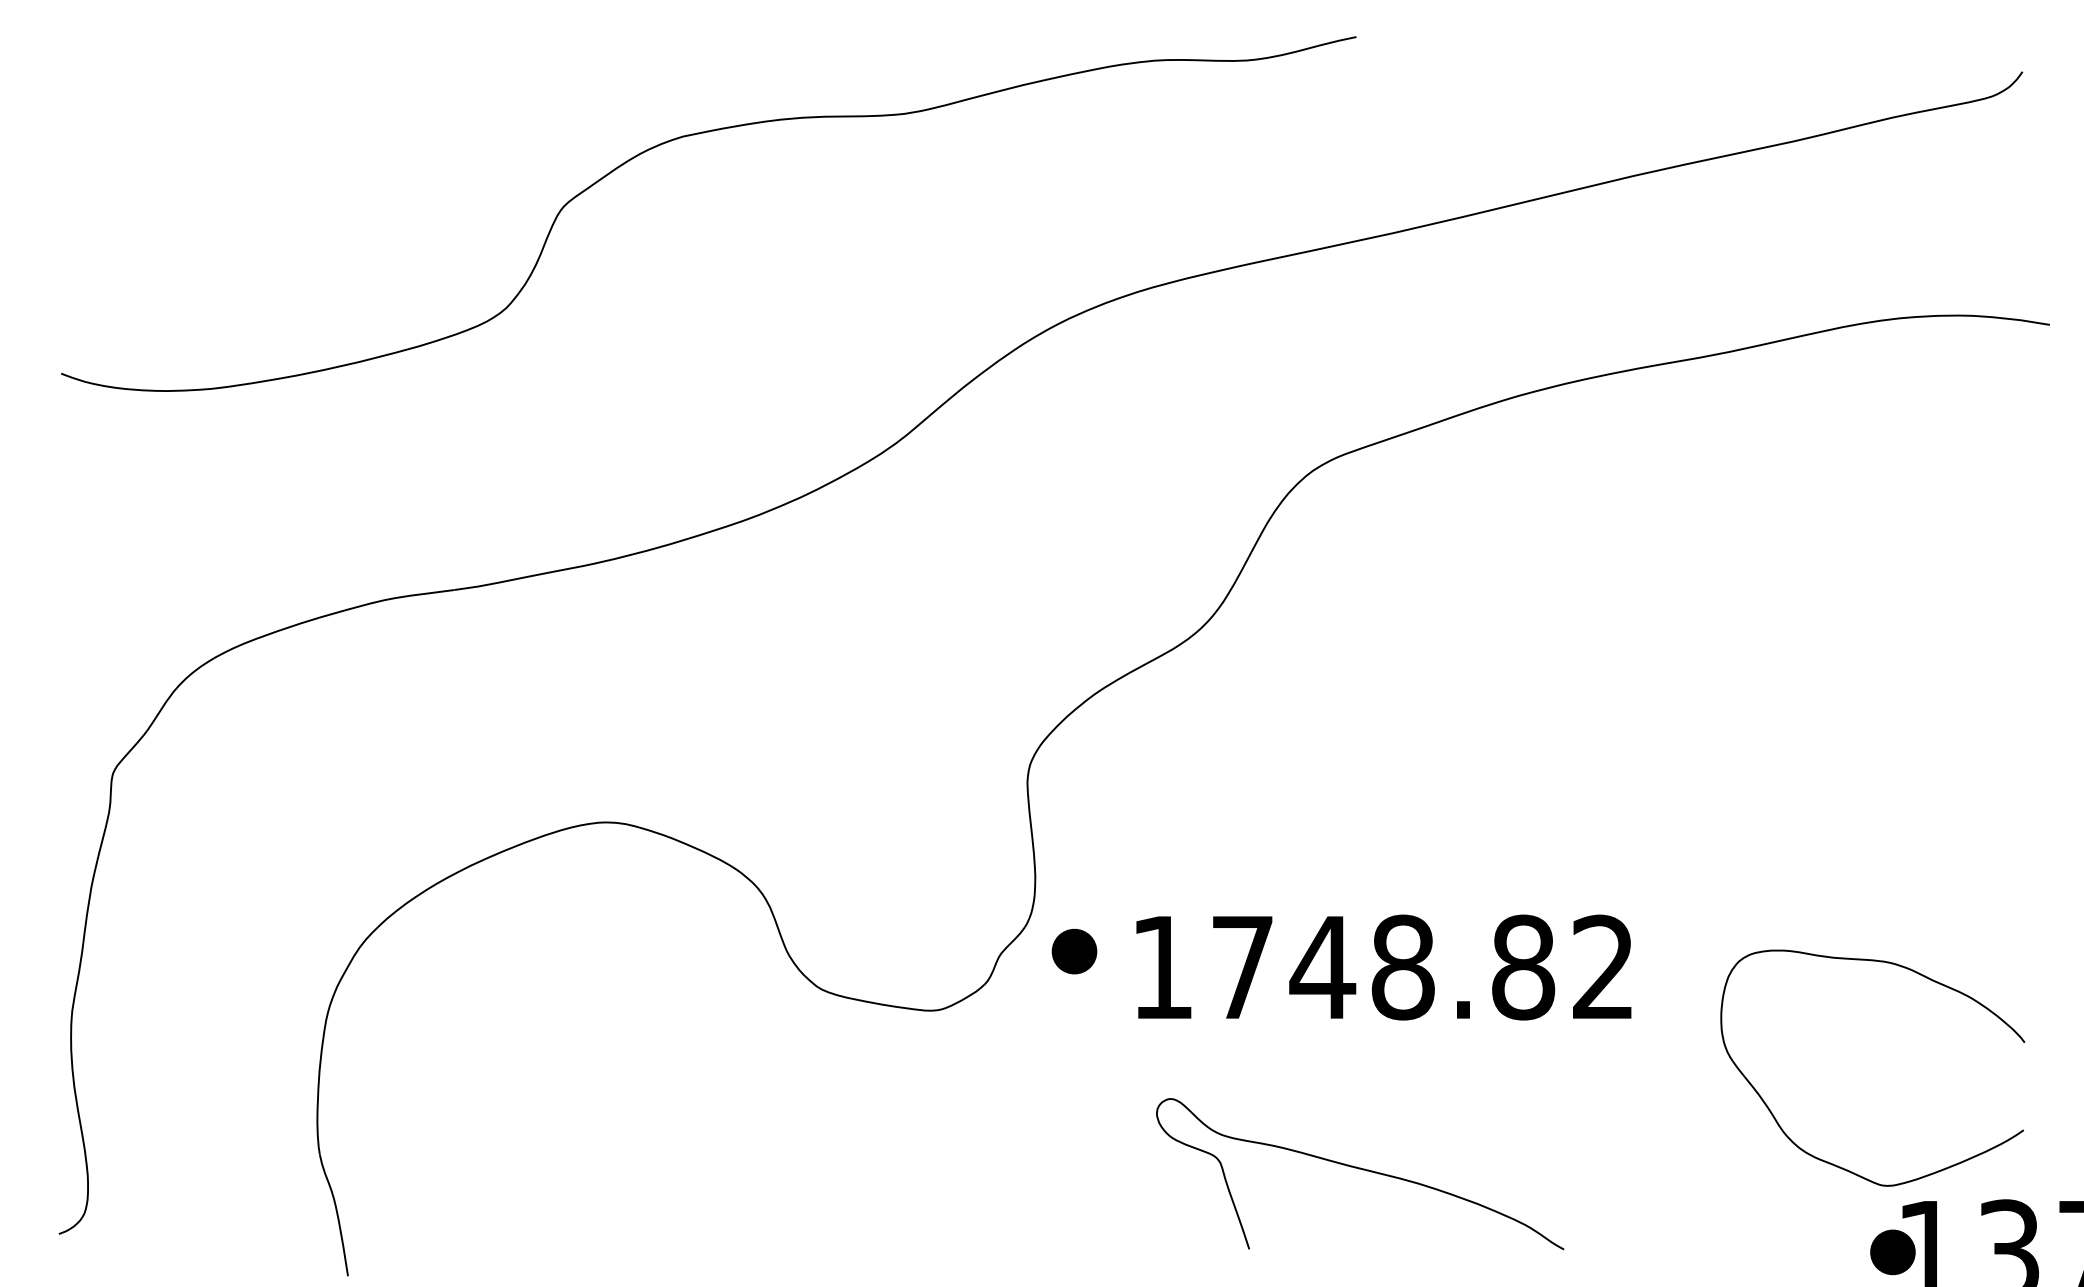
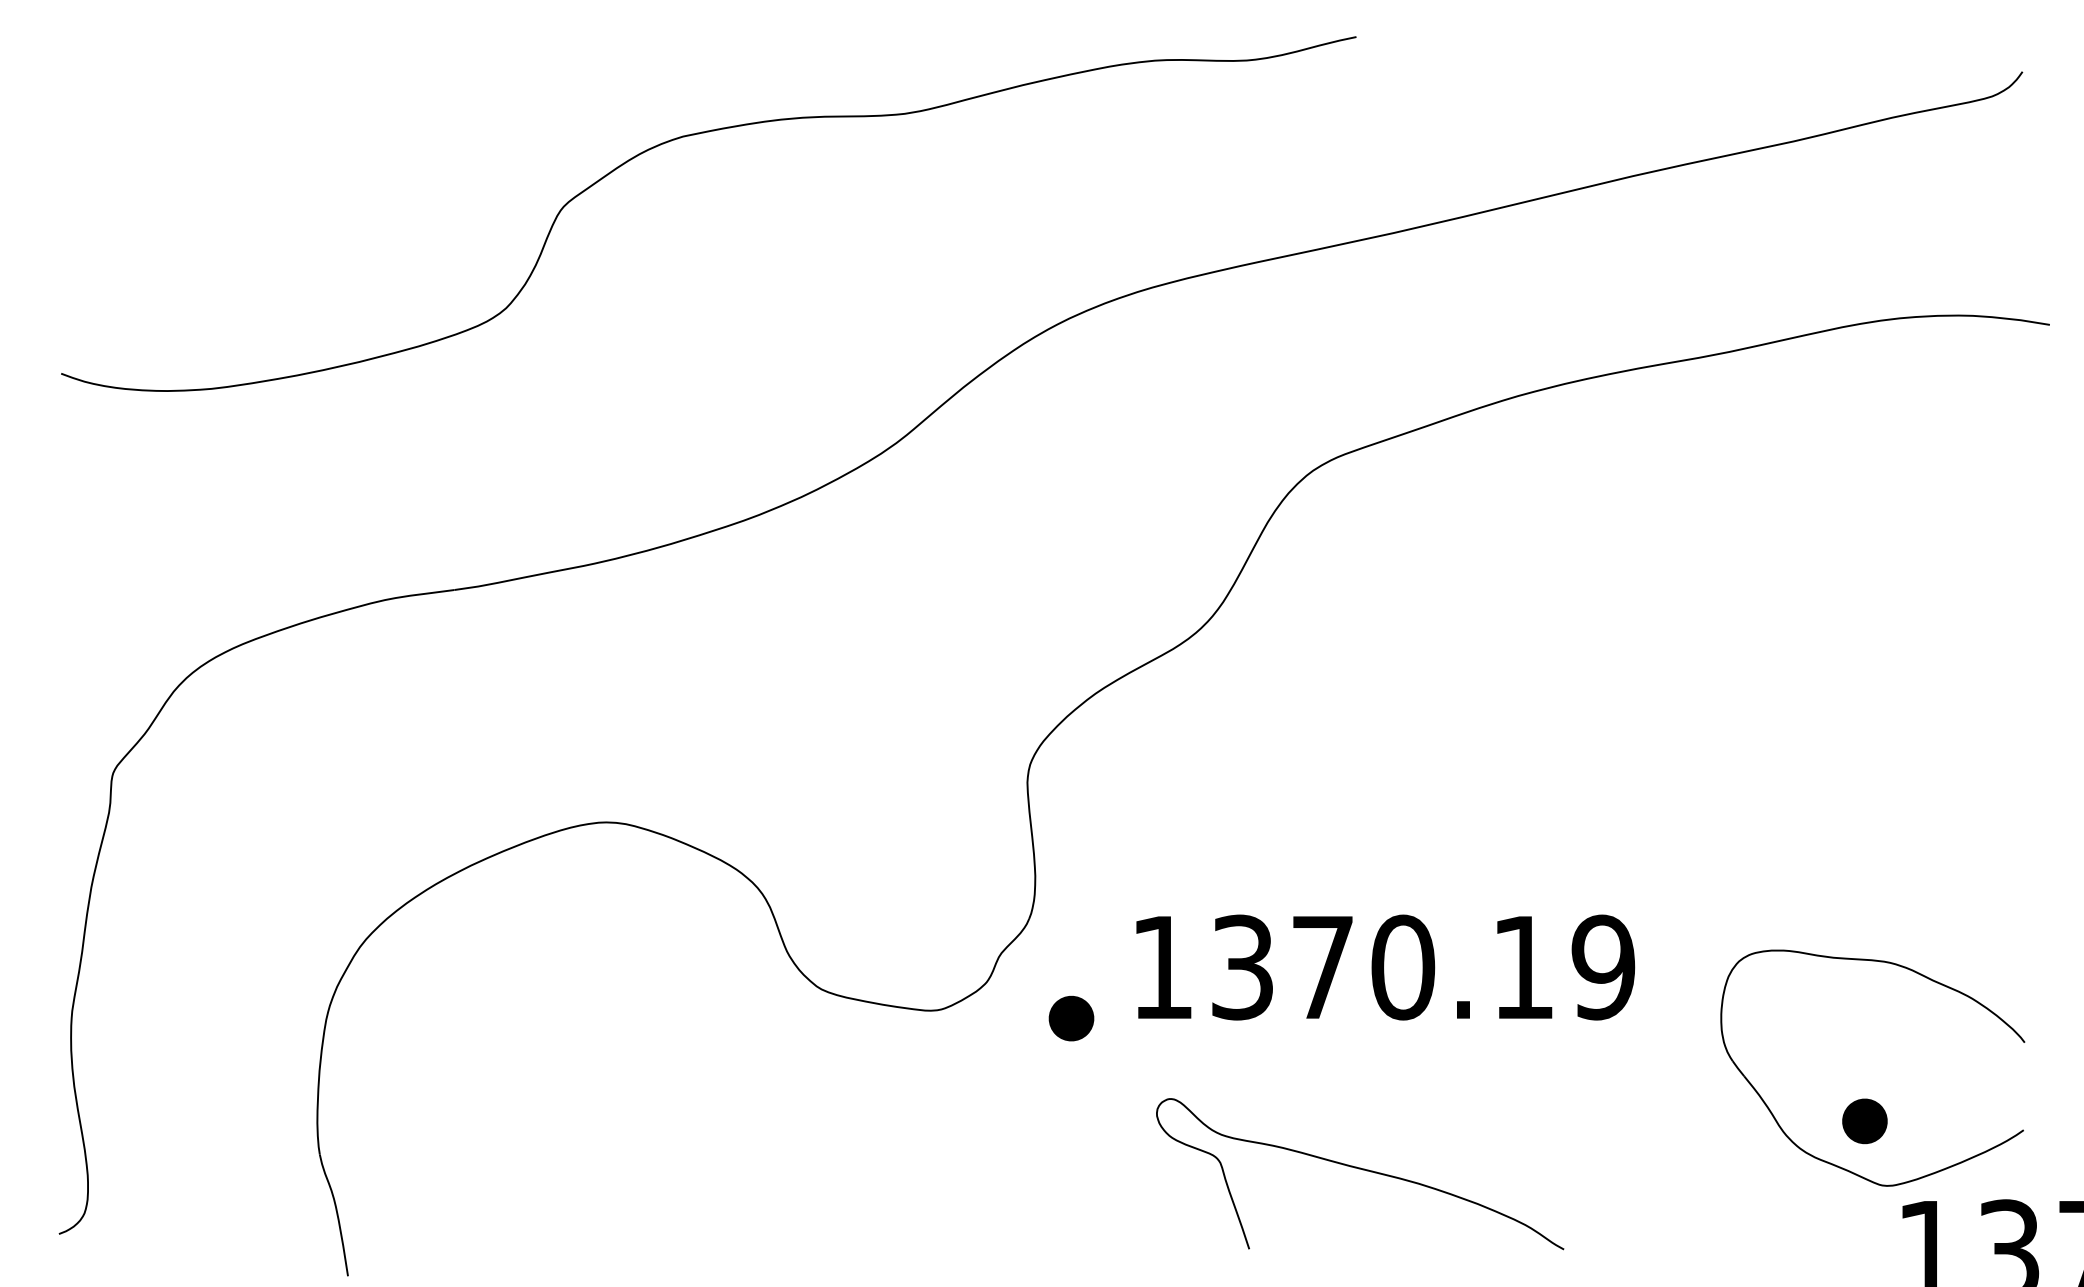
part at (1074, 951) position: (1074, 951) -> (1071, 1018)
text at (1423, 967): 1748.82 -> 1370.19
part at (1892, 1252) position: (1892, 1252) -> (1864, 1121)
